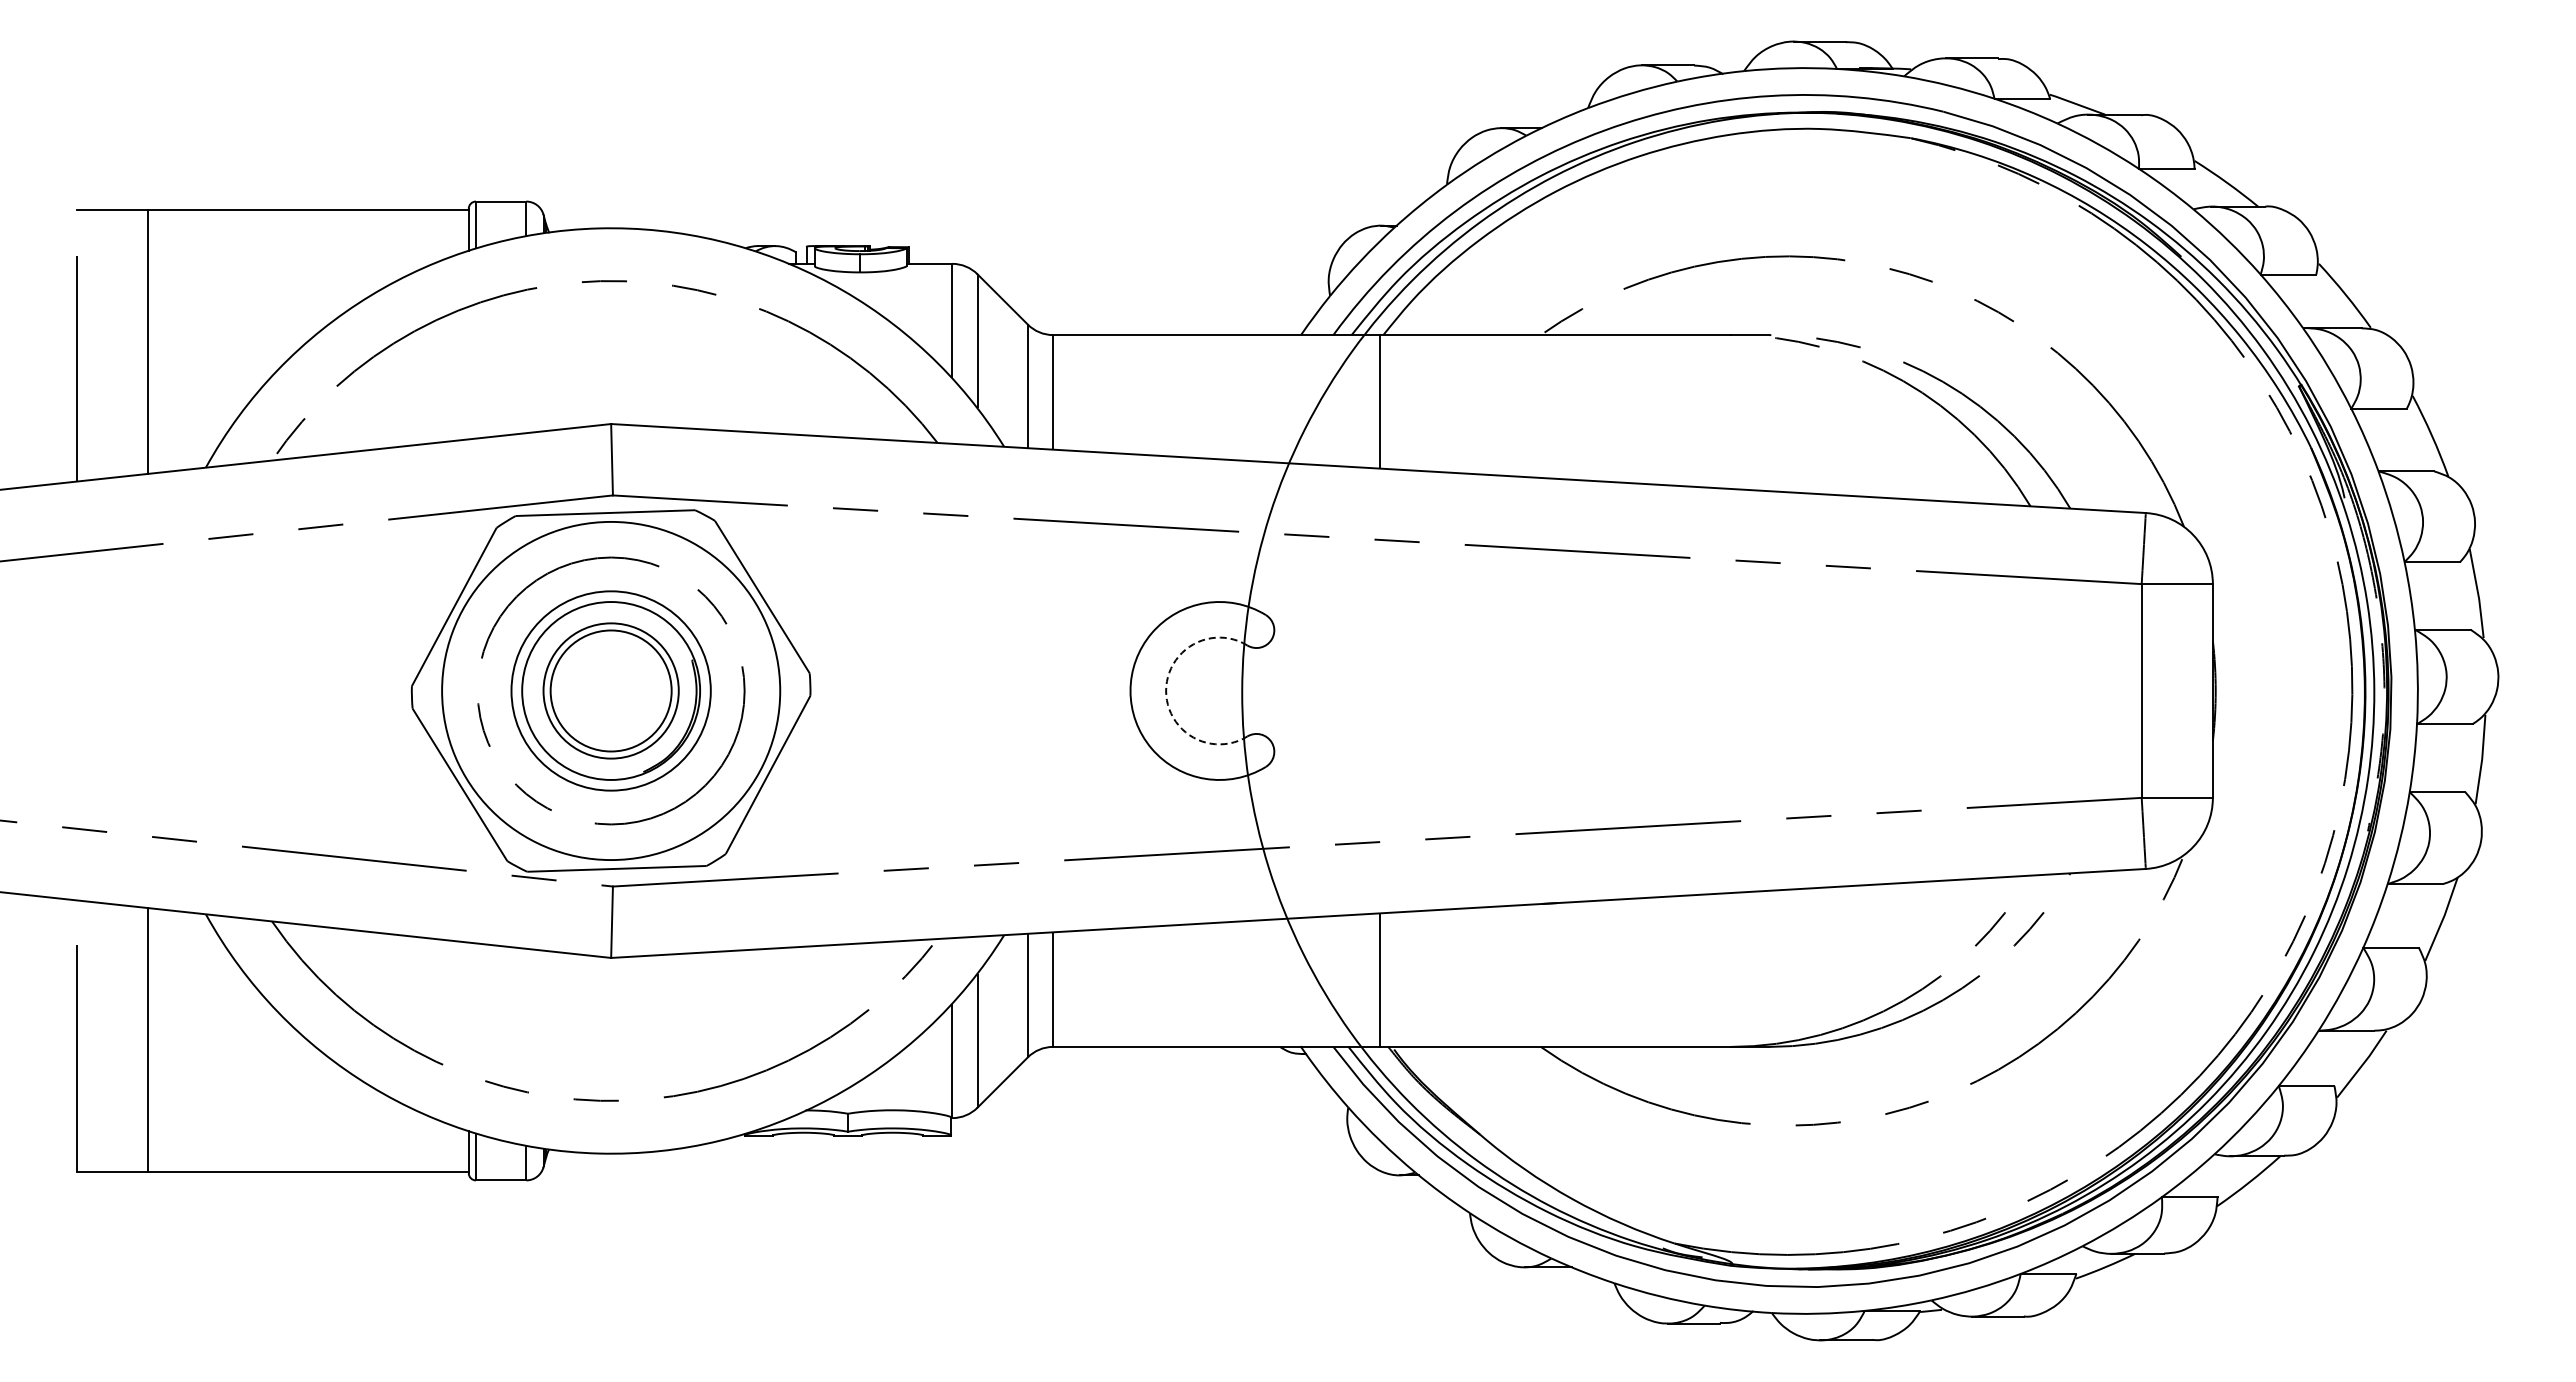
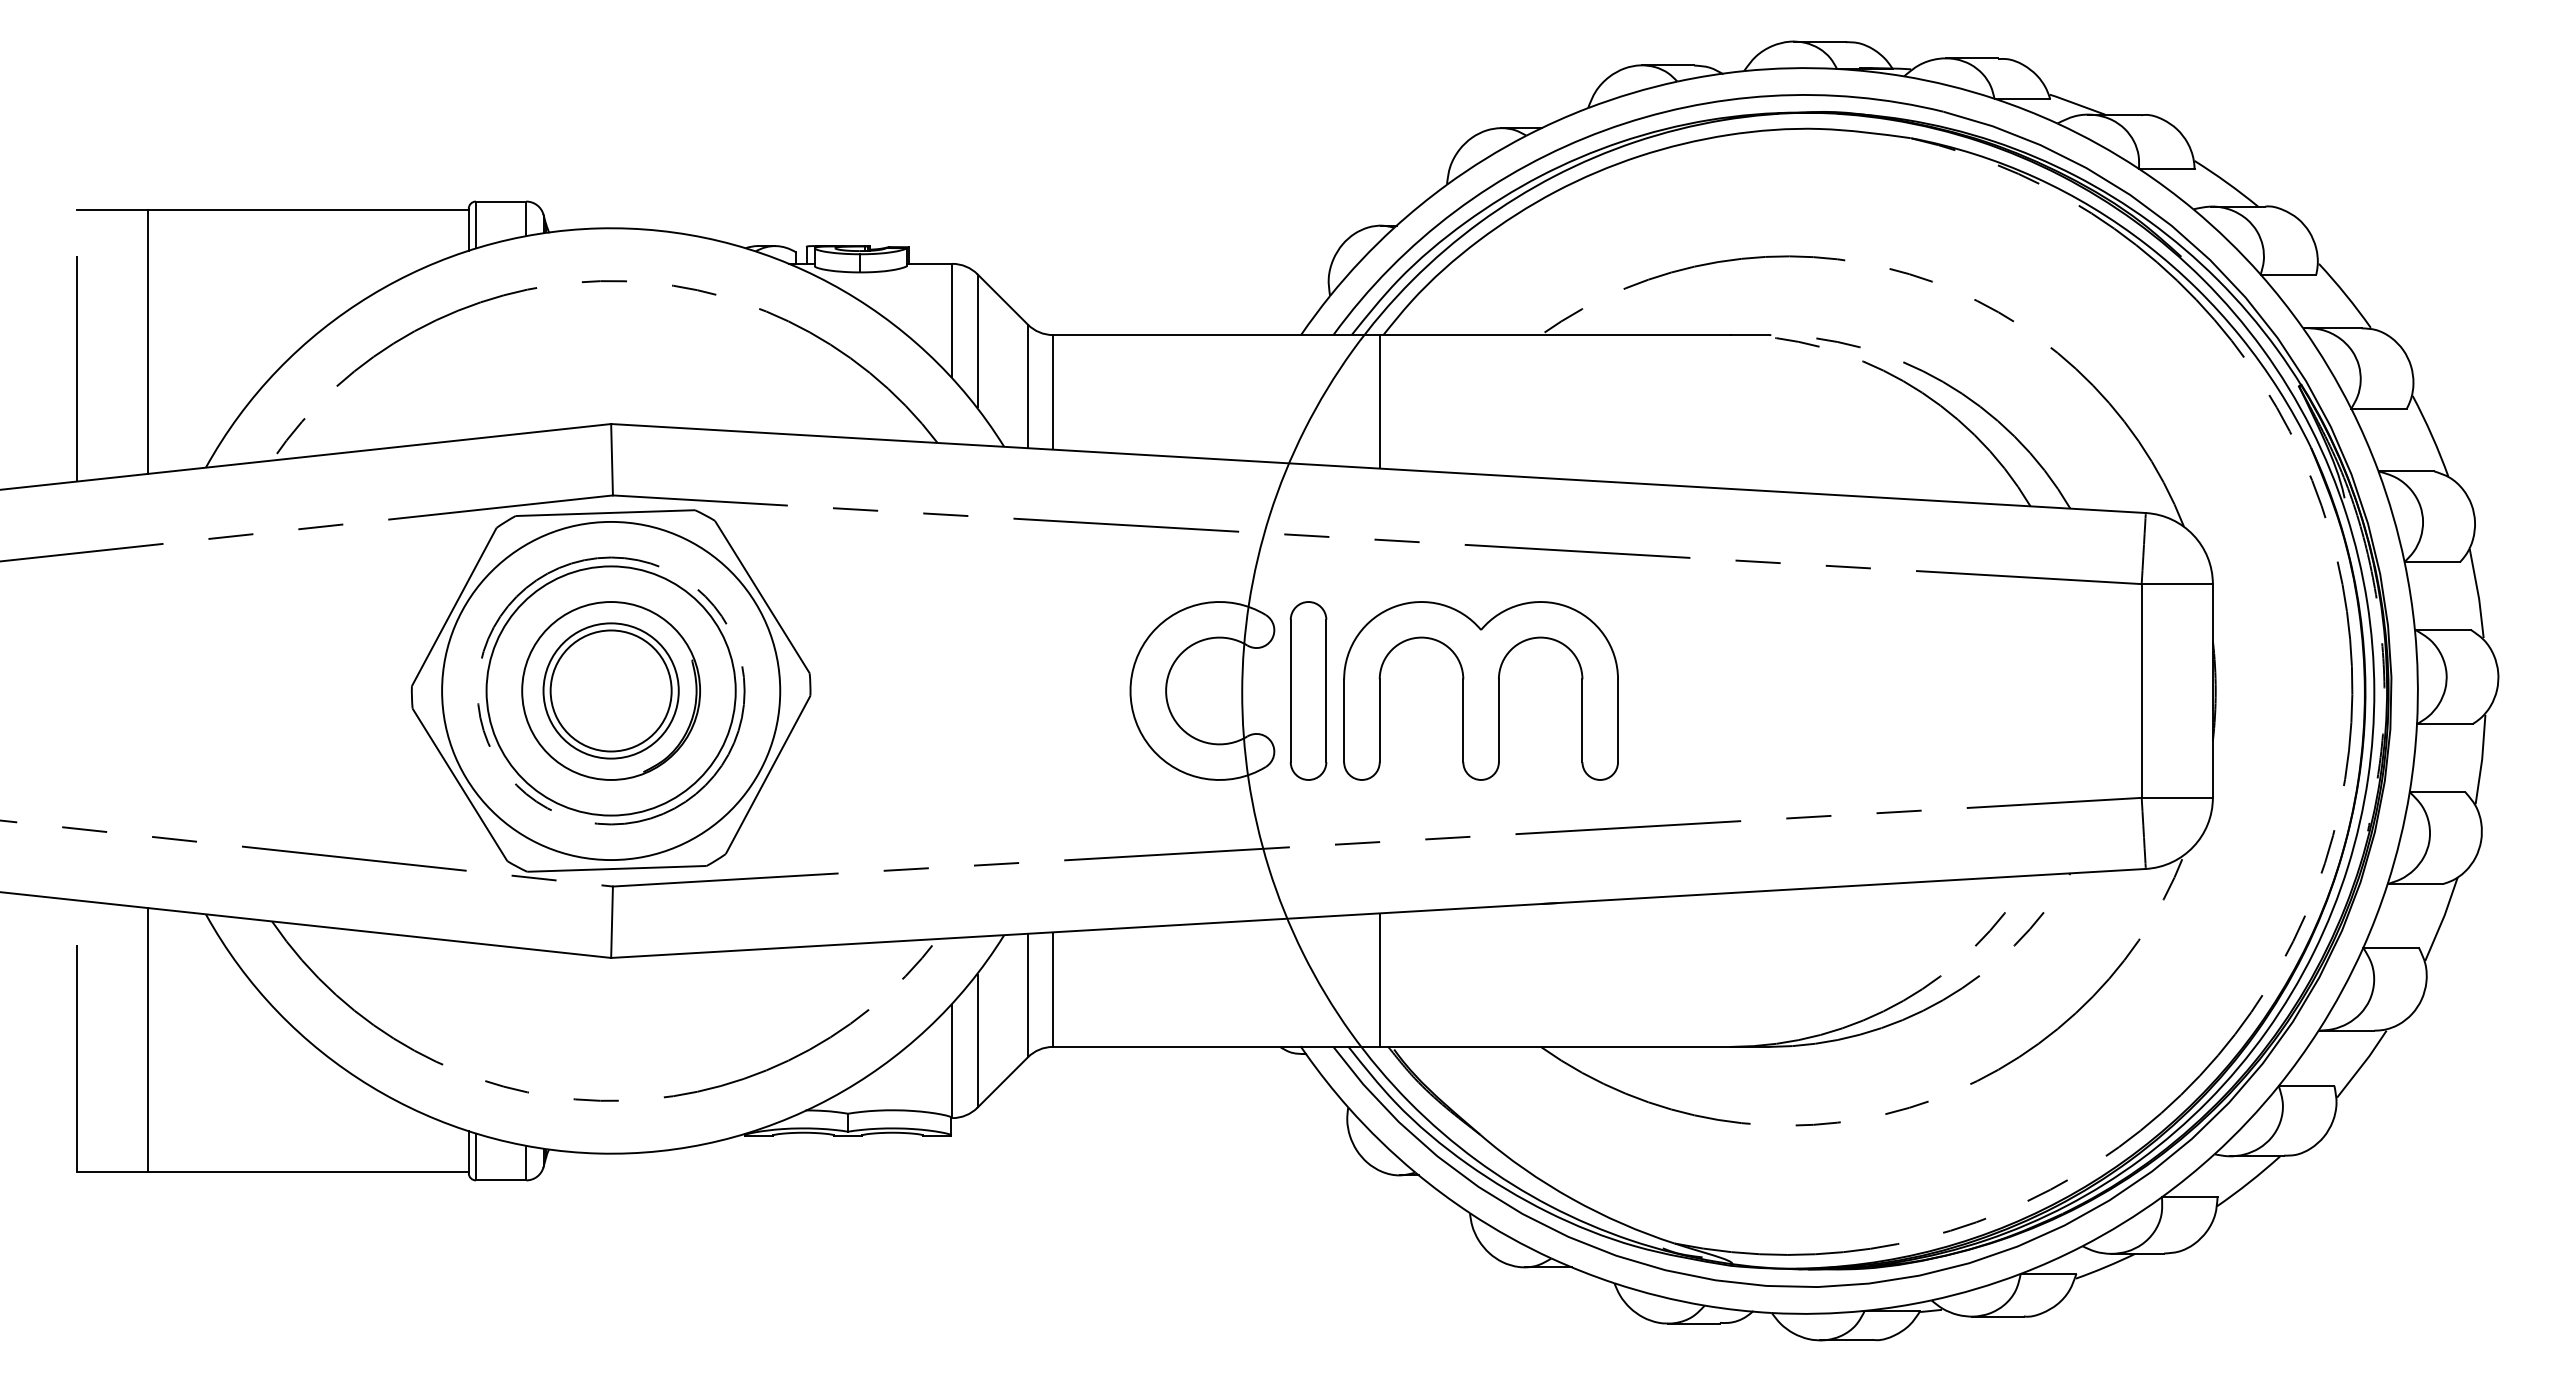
circle at (610, 690) diameter: 199 px -> 249 px
arc at (1166, 690): dashed -> solid
part at (1308, 690): none -> present
part at (1480, 690): none -> present
